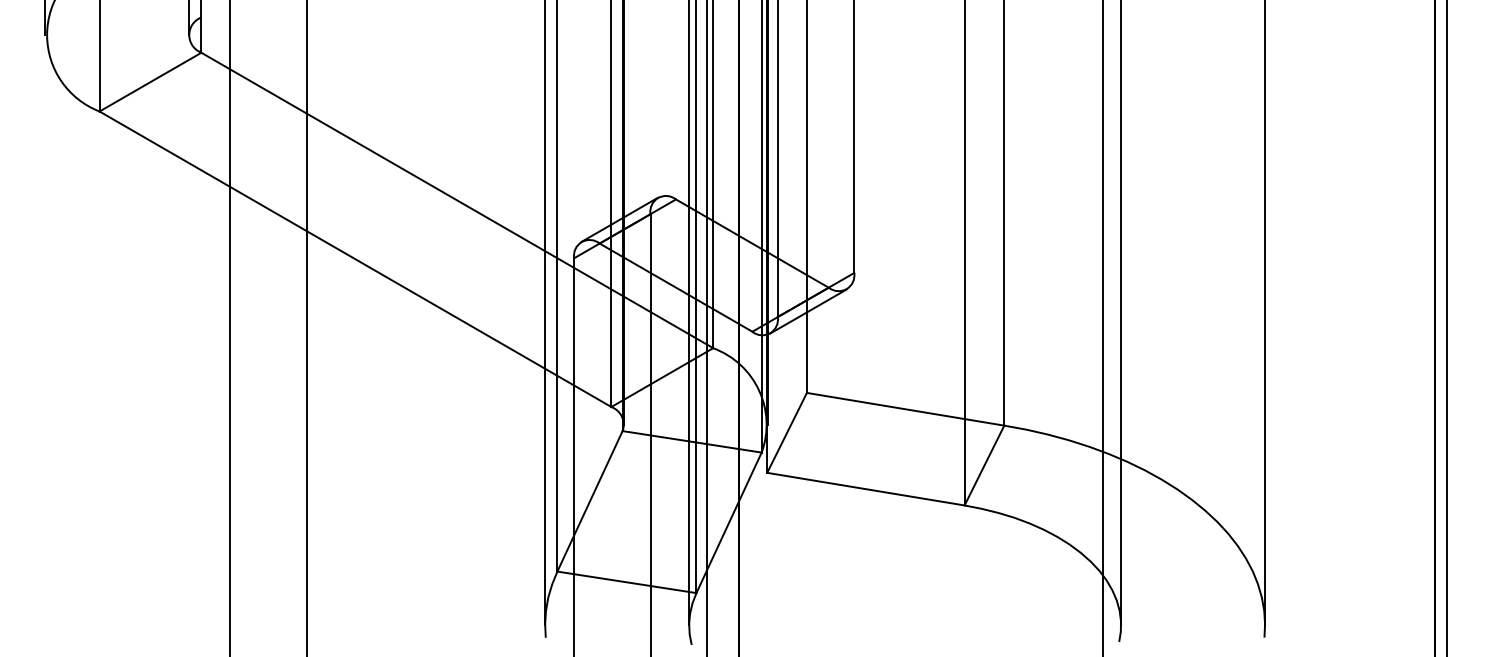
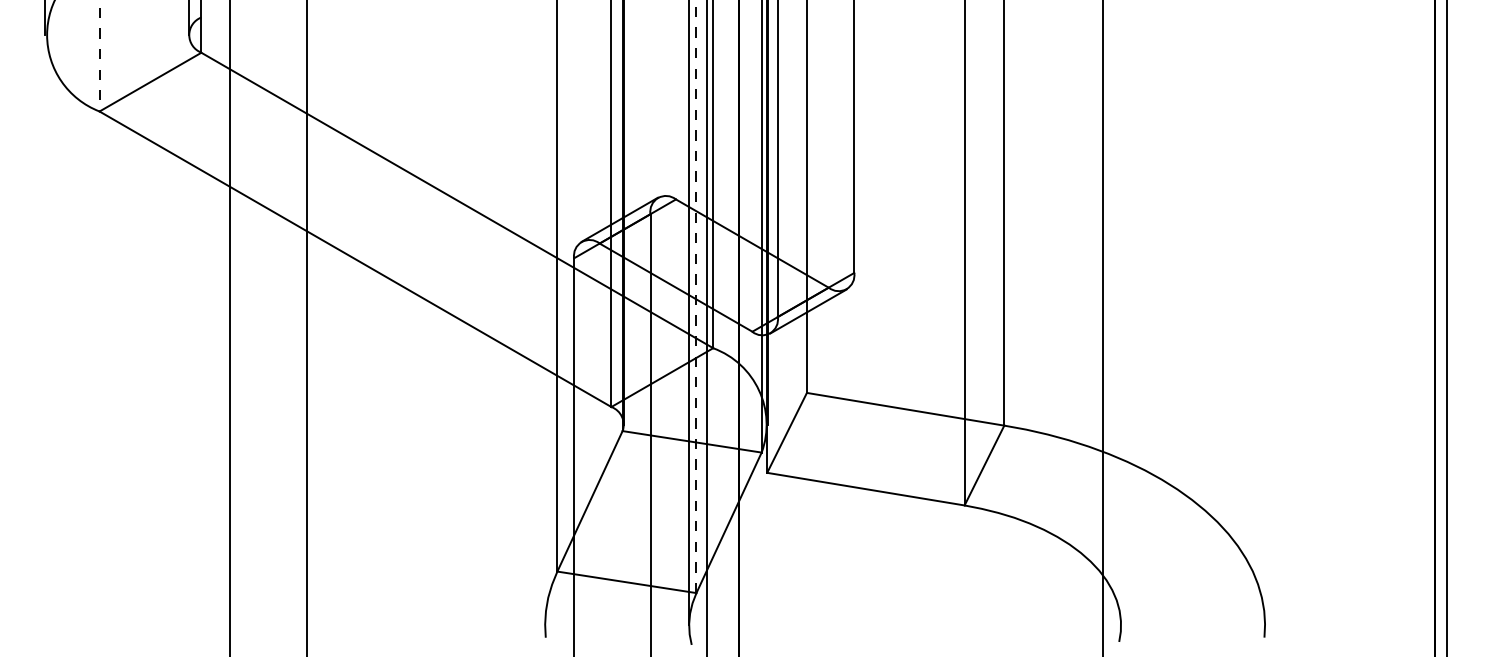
line at (99, 56): solid -> dashed
line at (696, 296): solid -> dashed
line at (545, 313): present -> none
line at (1121, 313): present -> none
line at (1265, 313): present -> none
